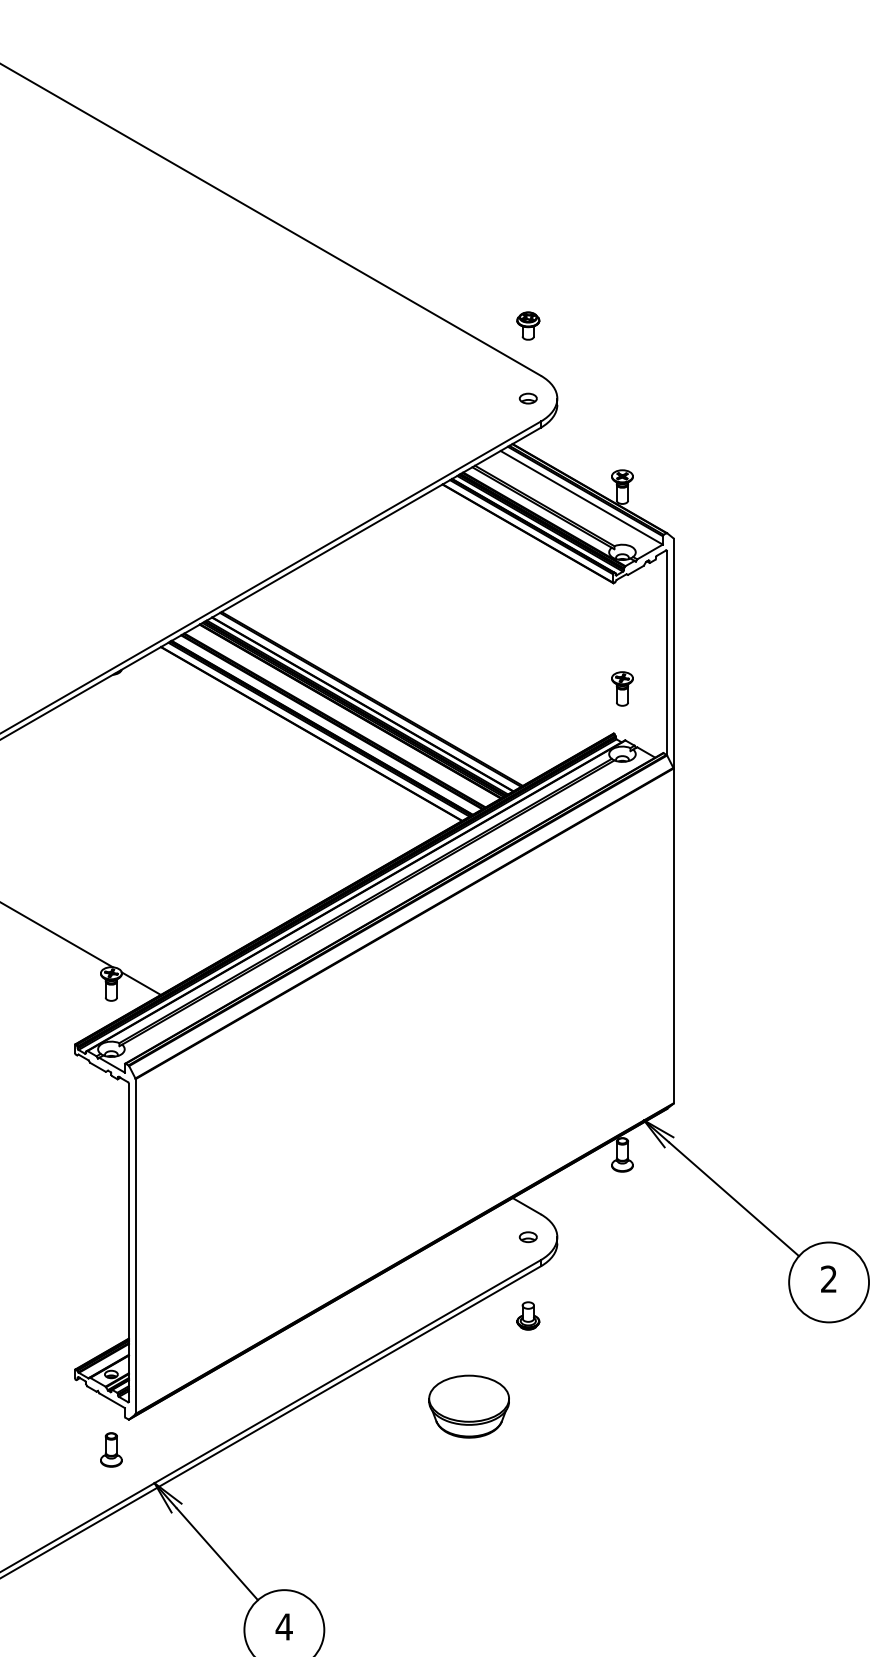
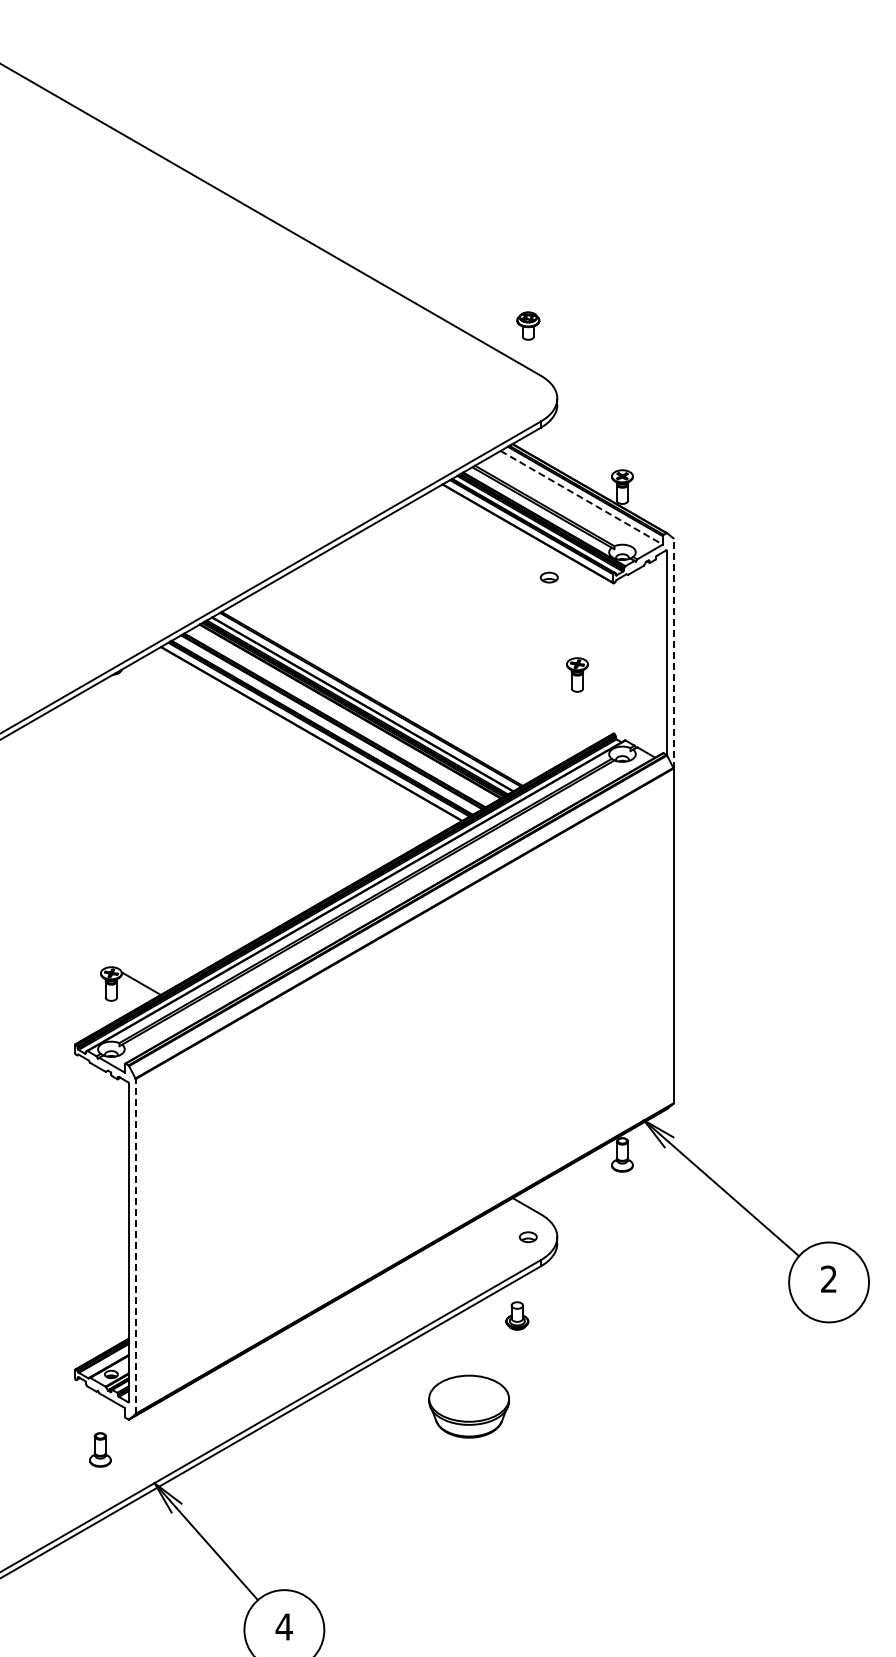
part at (527, 398) position: (527, 398) -> (548, 577)
line at (581, 497): solid -> dashed
line at (673, 653): solid -> dashed
part at (622, 688) position: (622, 688) -> (577, 674)
line at (57, 935): present -> none
line at (135, 1246): solid -> dashed
part at (528, 1315) position: (528, 1315) -> (517, 1315)
part at (111, 1449) position: (111, 1449) -> (100, 1449)
